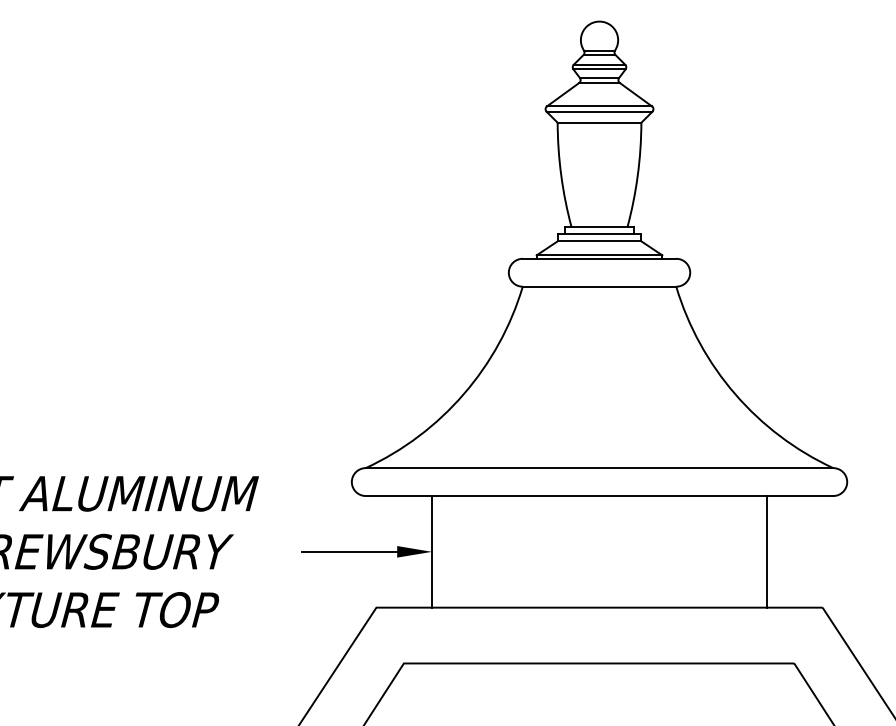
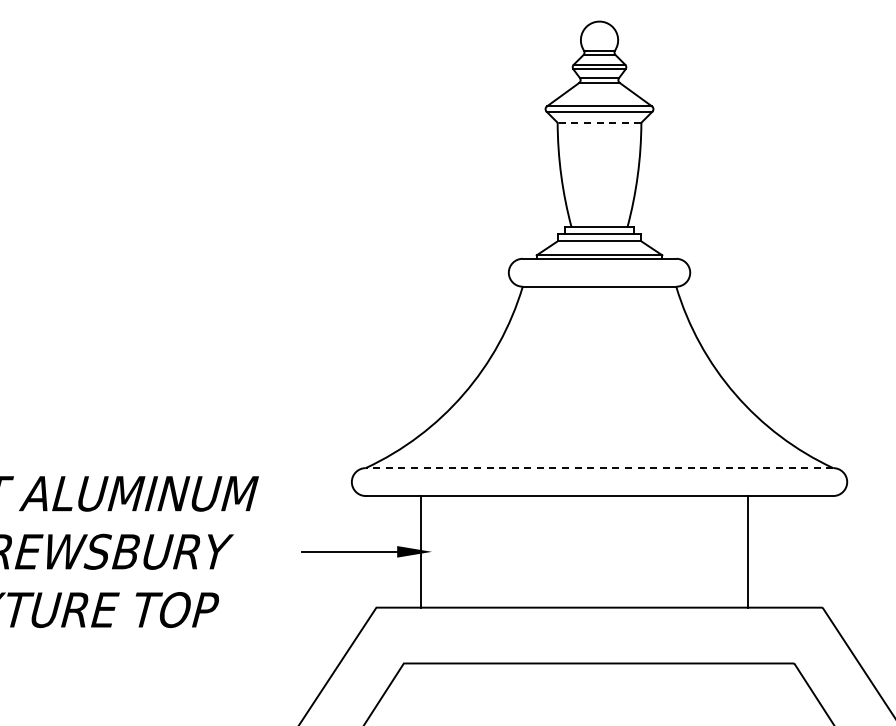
line at (599, 122): solid -> dashed
line at (599, 468): solid -> dashed
line at (432, 551) position: (432, 551) -> (421, 551)
line at (766, 551) position: (766, 551) -> (747, 551)
